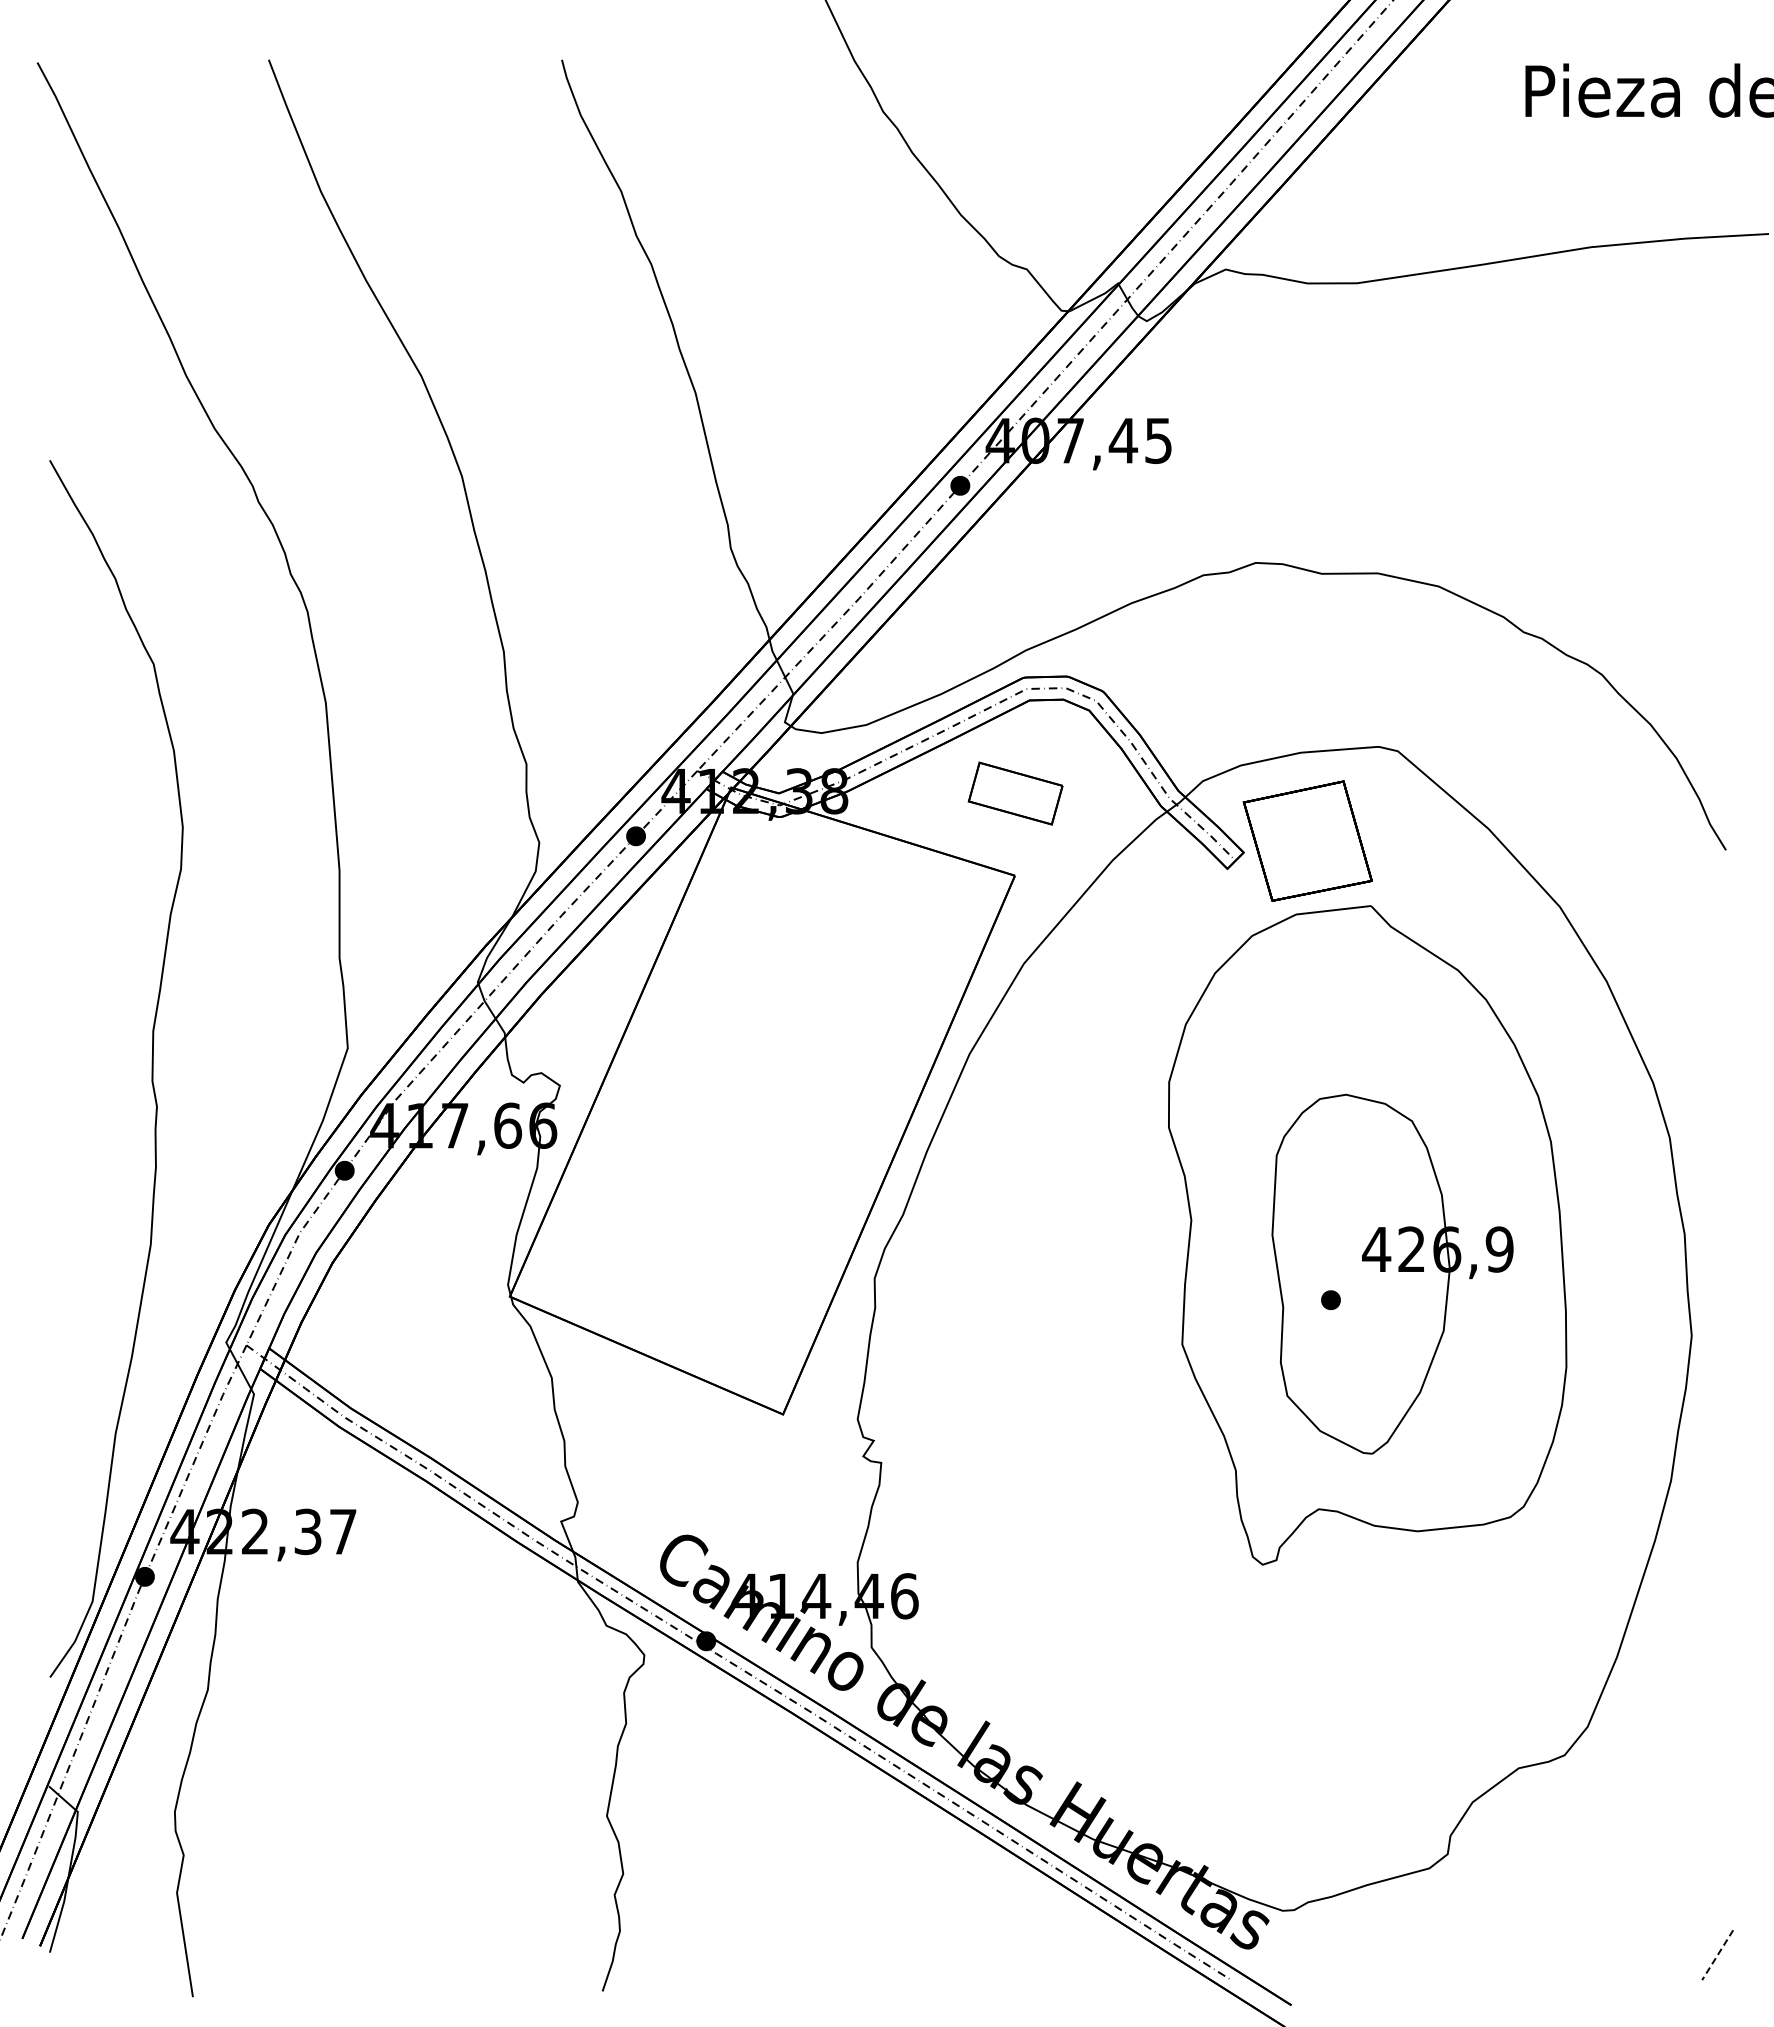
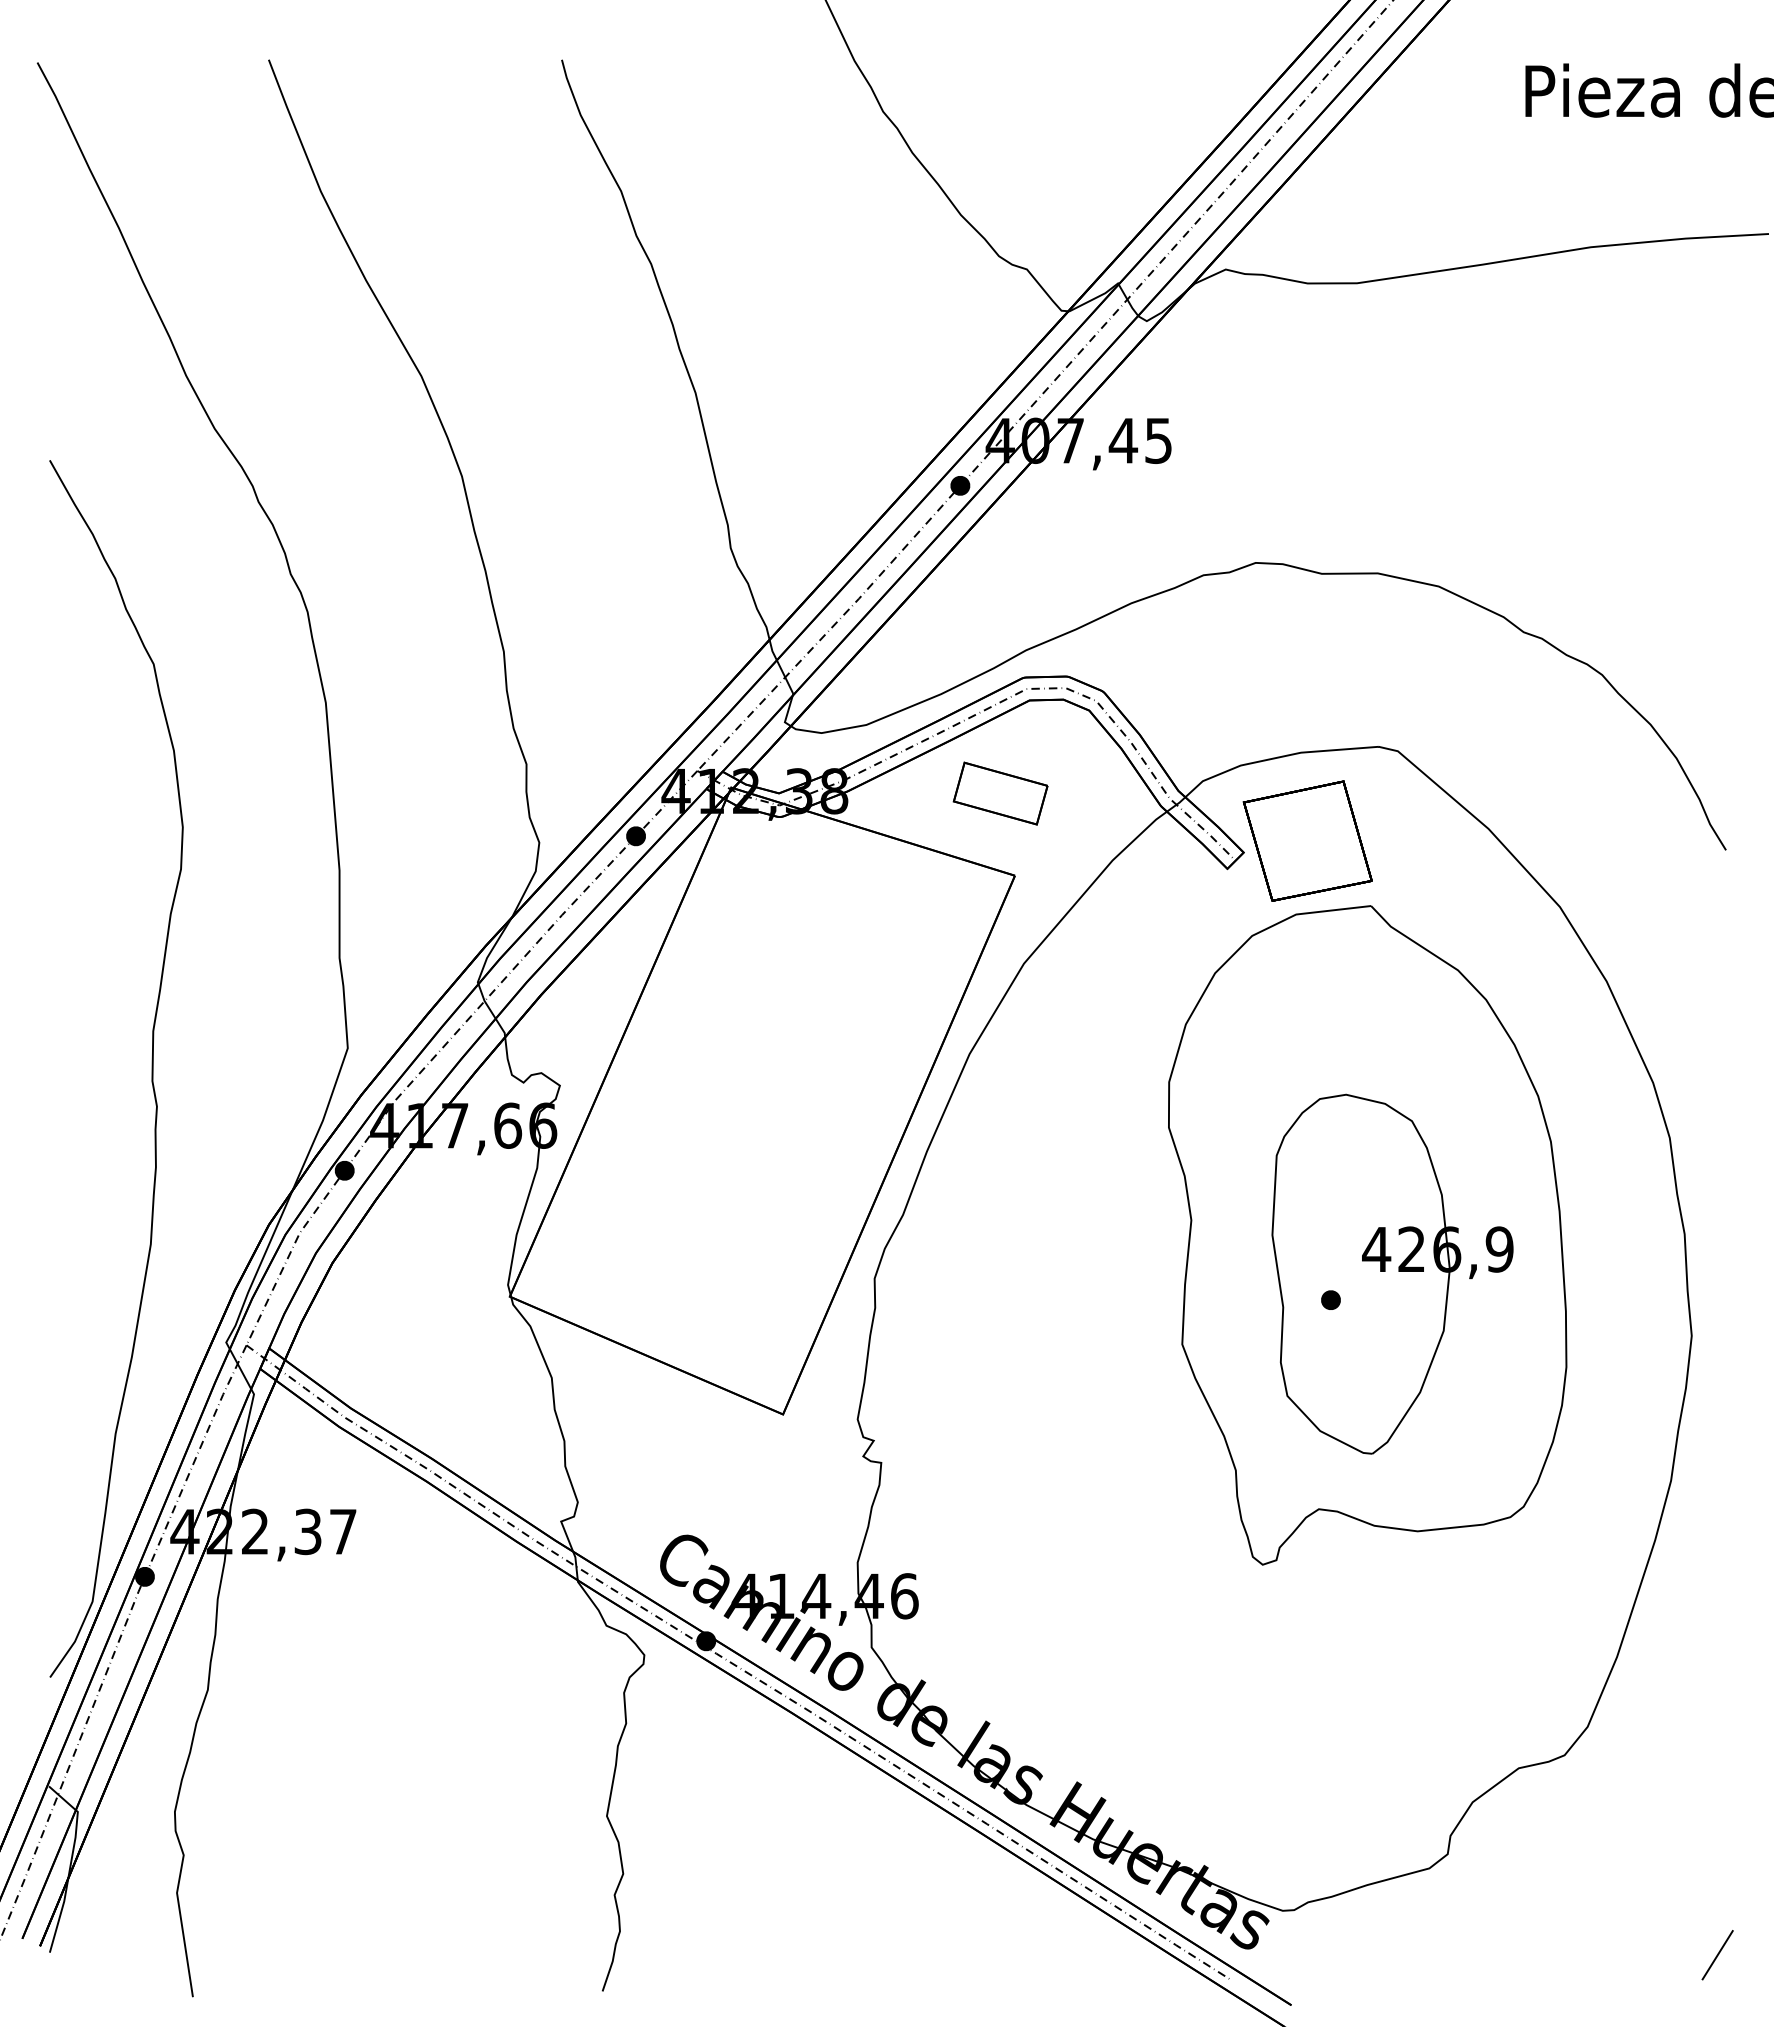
part at (1015, 793) position: (1015, 793) -> (1000, 793)
line at (1717, 1955): dashed -> solid
